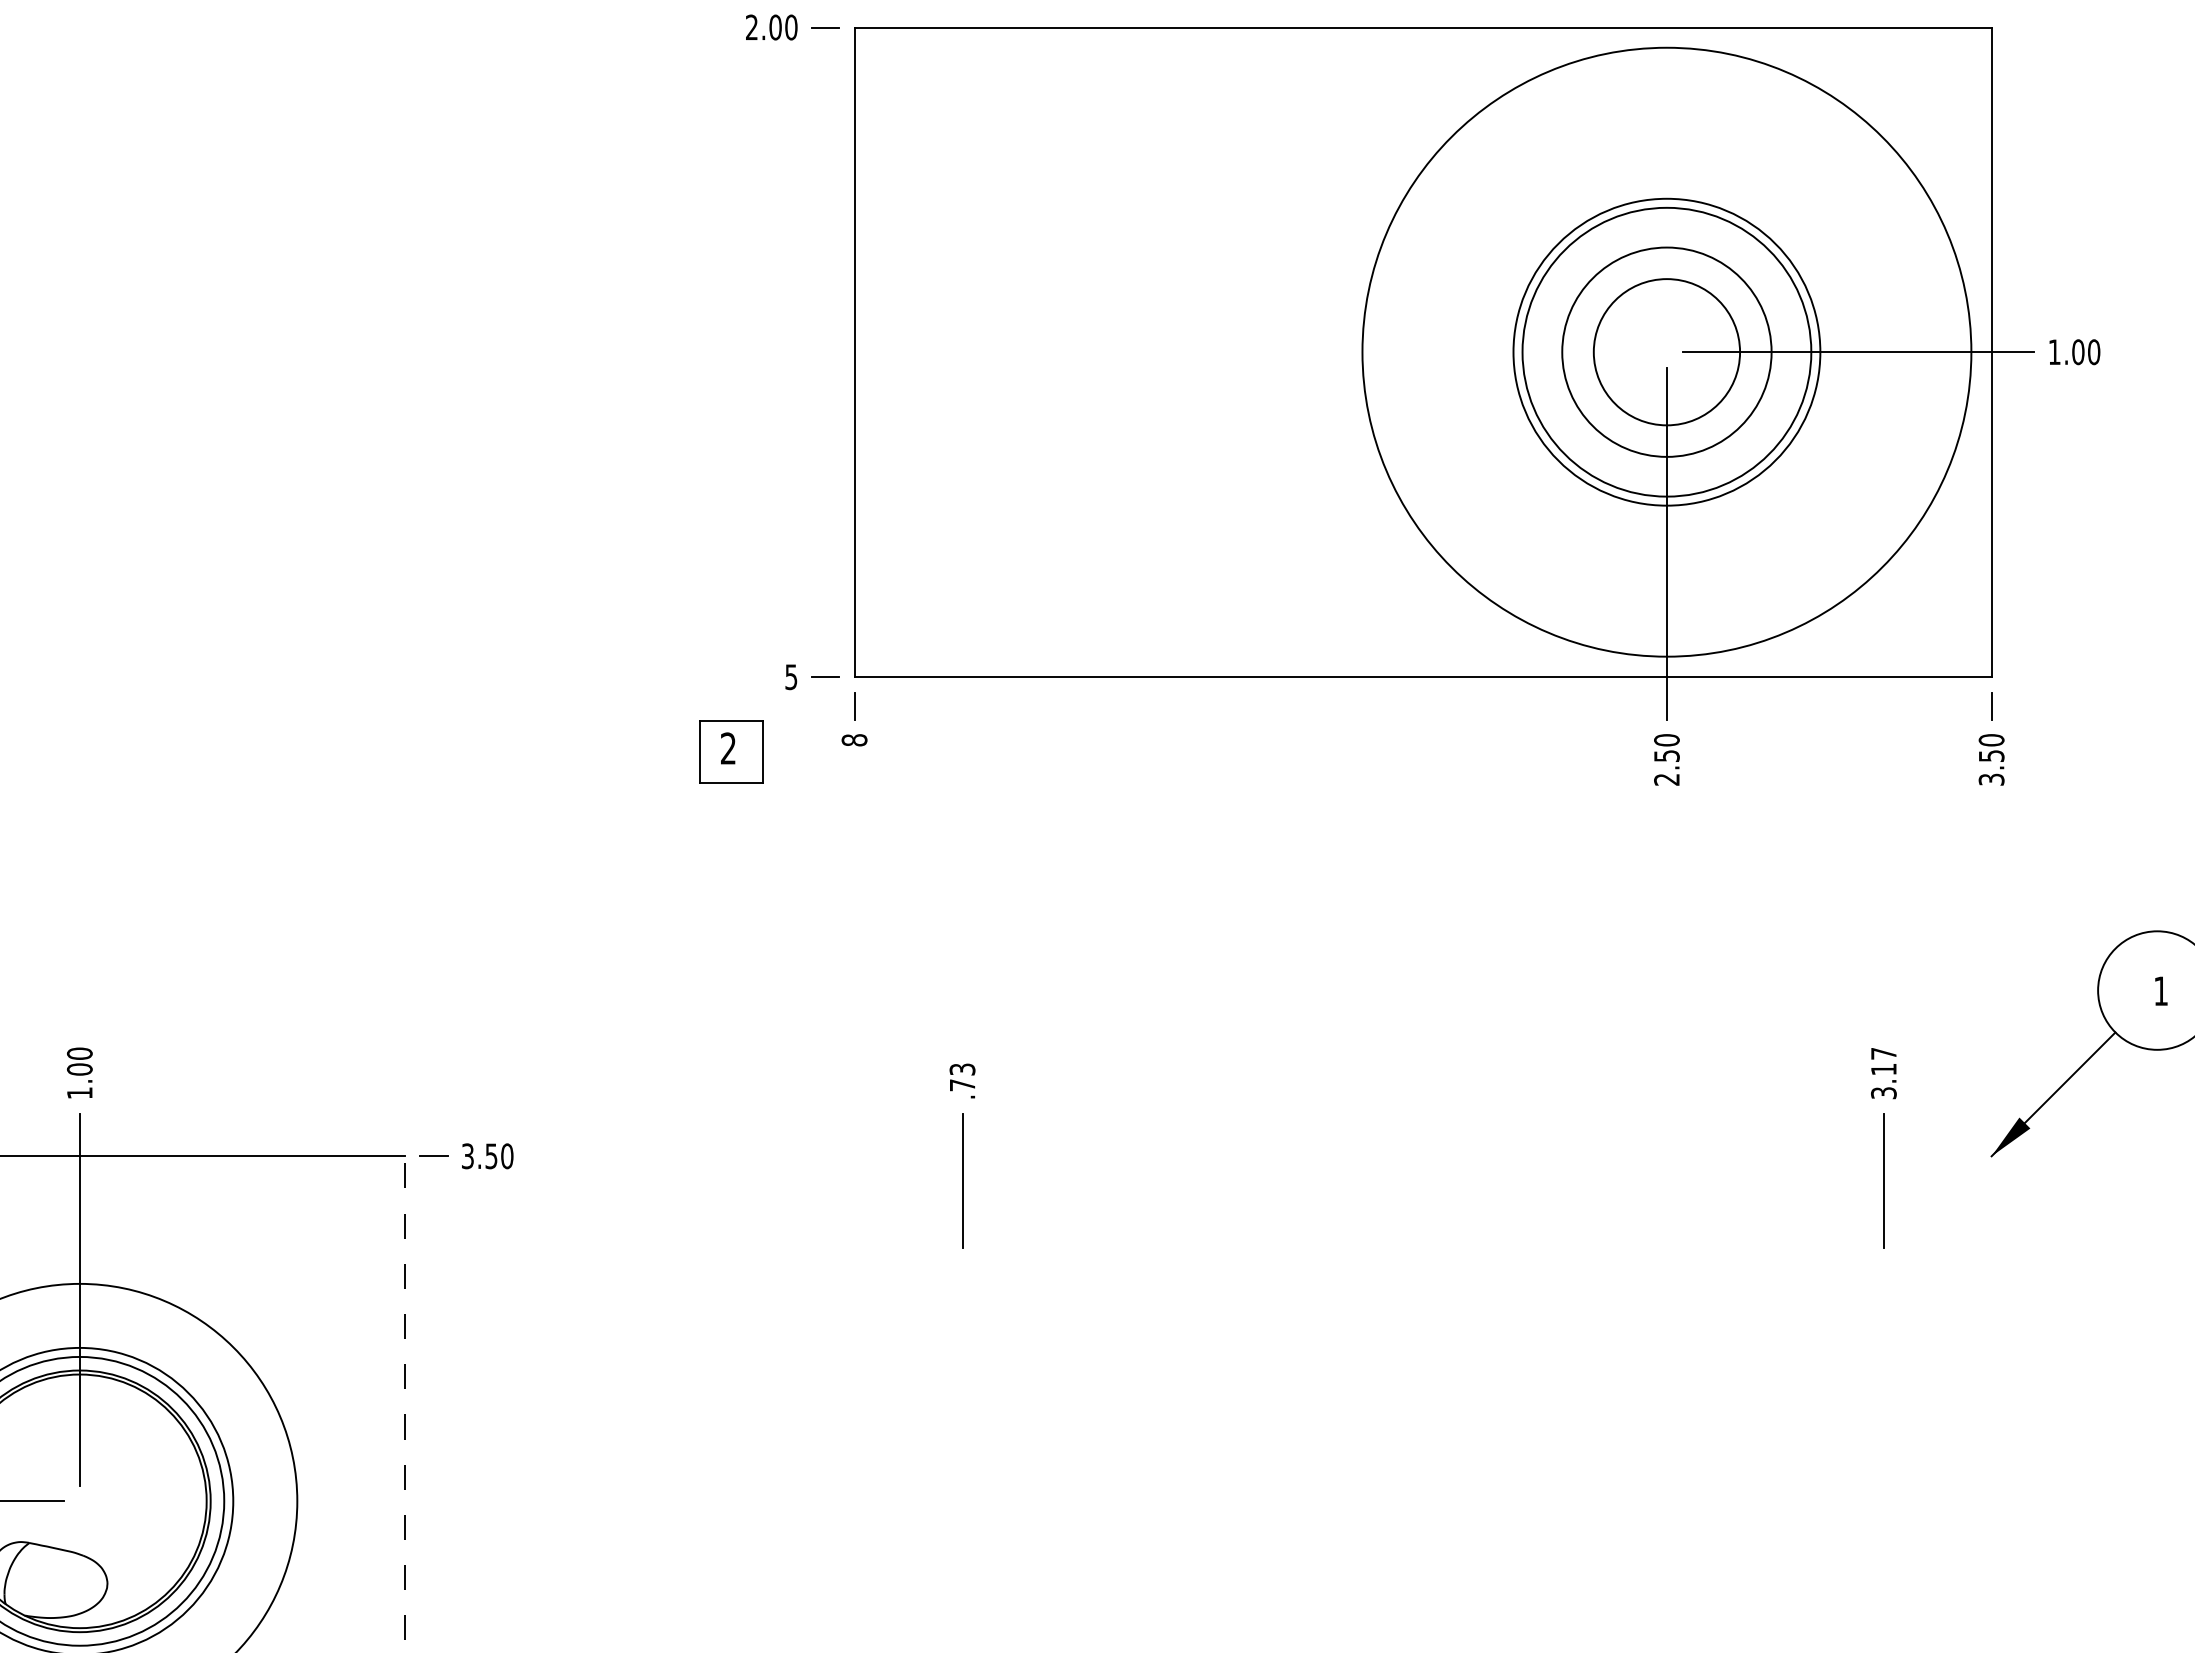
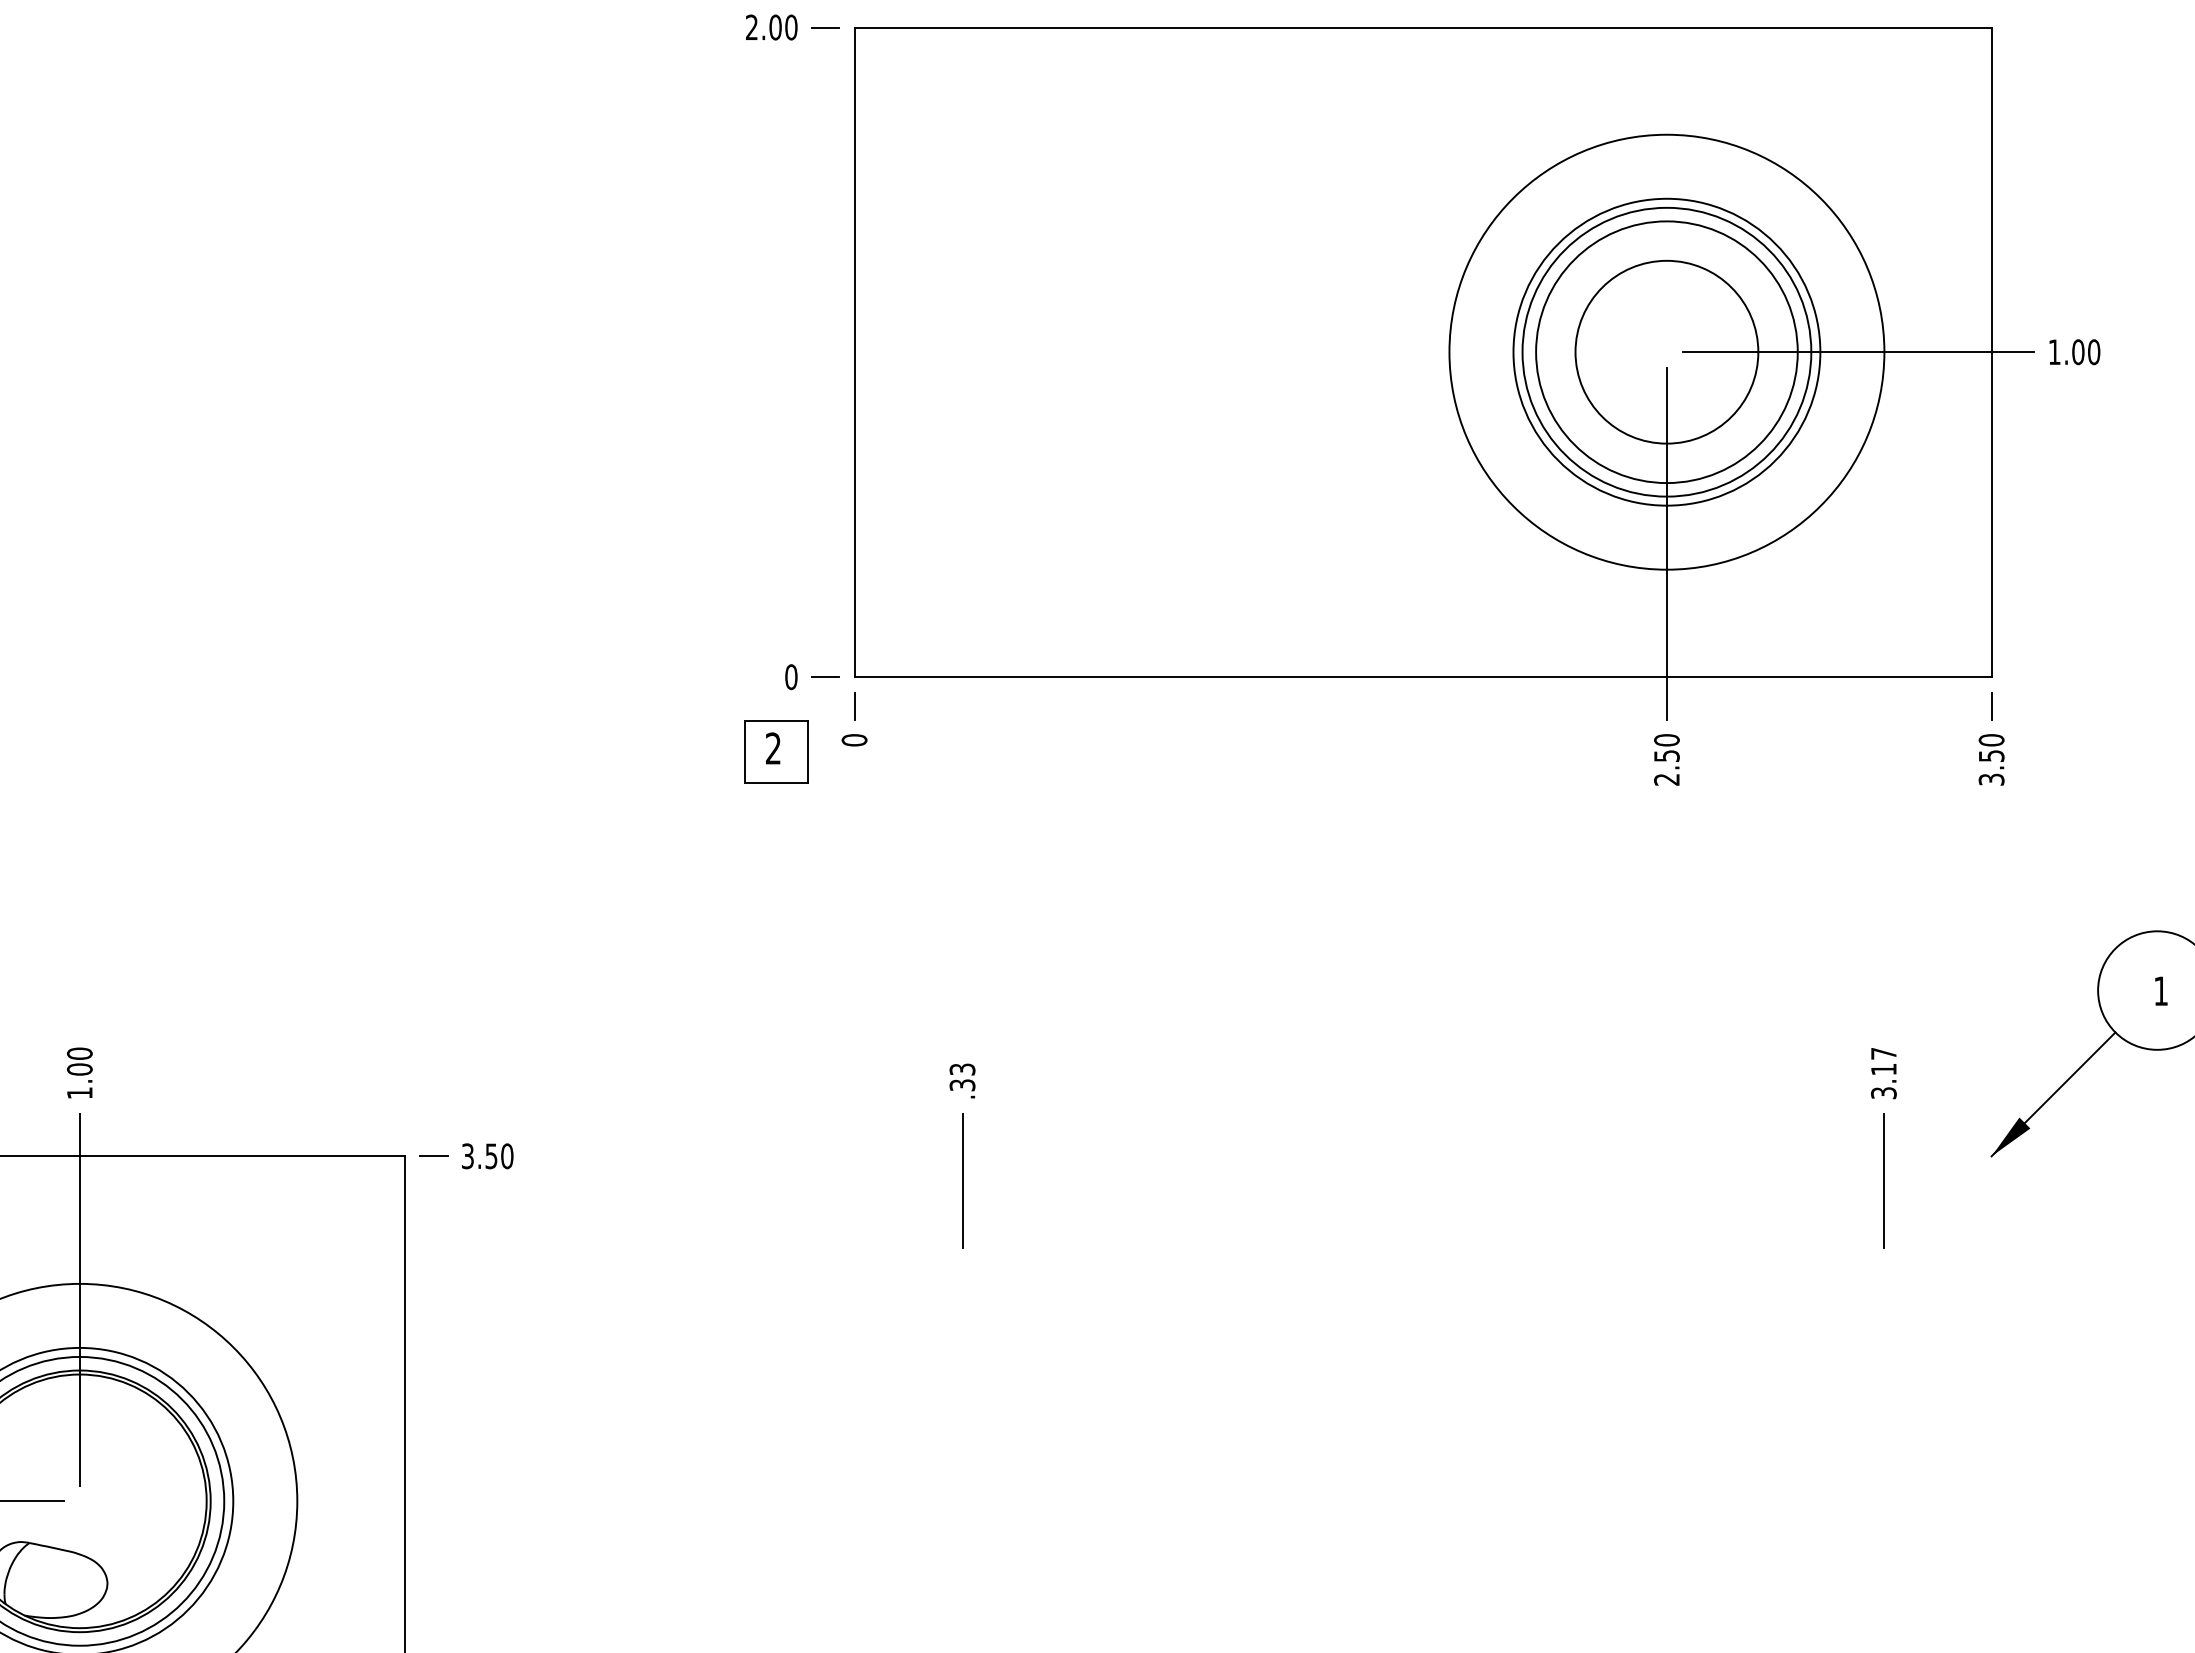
circle at (1666, 351) diameter: 209 px -> 262 px
circle at (1666, 351) diameter: 609 px -> 435 px
circle at (1666, 352) diameter: 146 px -> 183 px
text at (791, 677): 5 -> 0
text at (854, 740): 8 -> 0
part at (731, 751) position: (731, 751) -> (776, 751)
text at (962, 1085): .73 -> .33
line at (404, 1404): dashed -> solid
